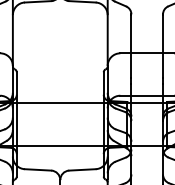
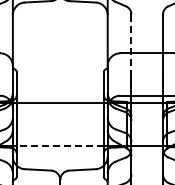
line at (131, 46): solid -> dashed
line at (59, 145): solid -> dashed
